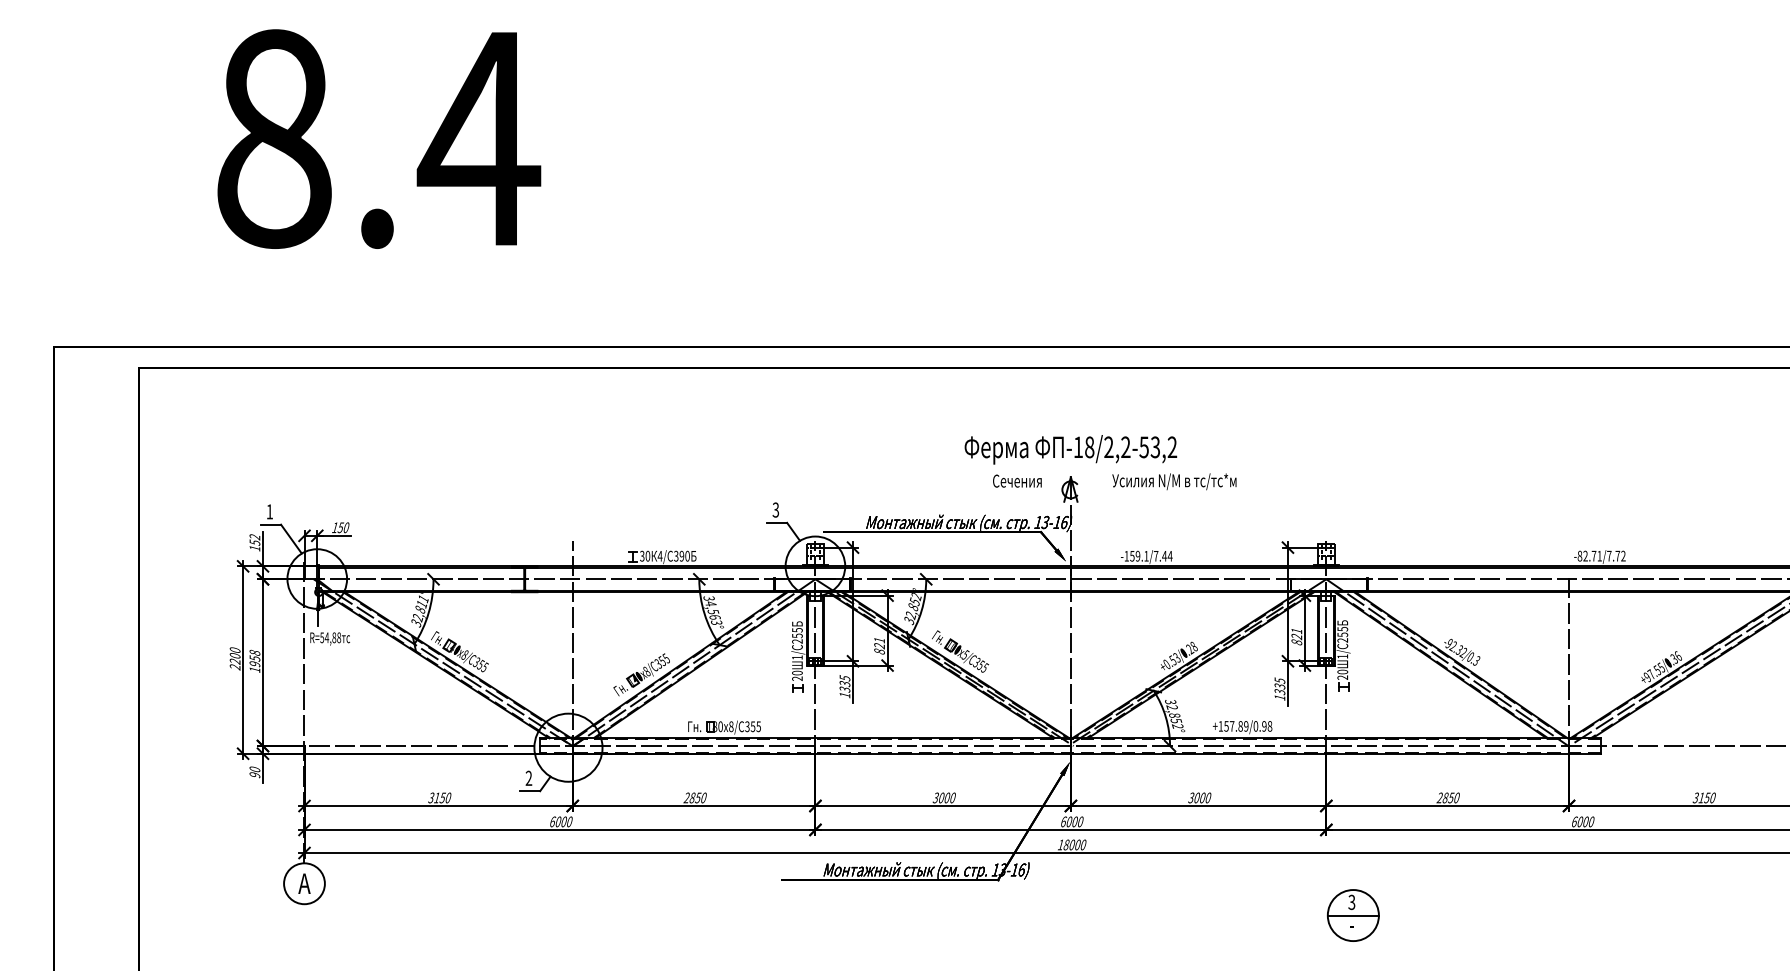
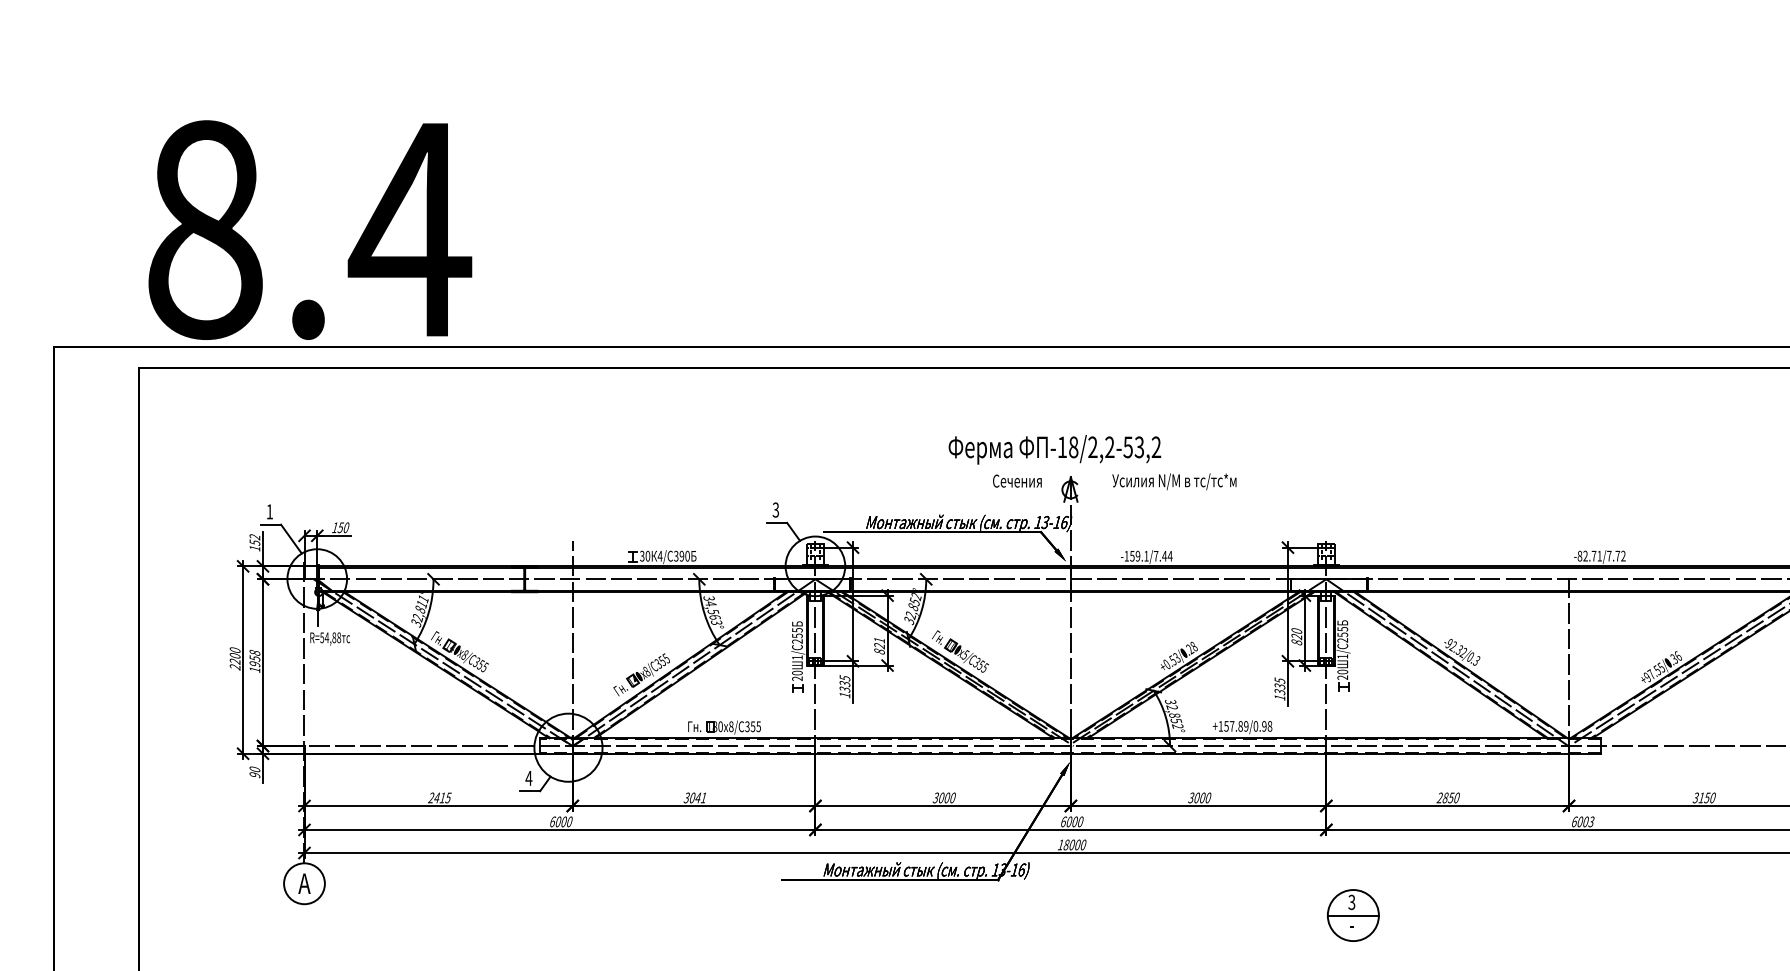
text at (379, 138) position: (379, 138) -> (310, 229)
text at (1070, 449) position: (1070, 449) -> (1054, 449)
text at (1296, 631): 821 -> 820
text at (528, 777): 2 -> 4
text at (439, 797): 3150 -> 2415
text at (694, 797): 2850 -> 3041
text at (1591, 821): 6000 -> 6003
